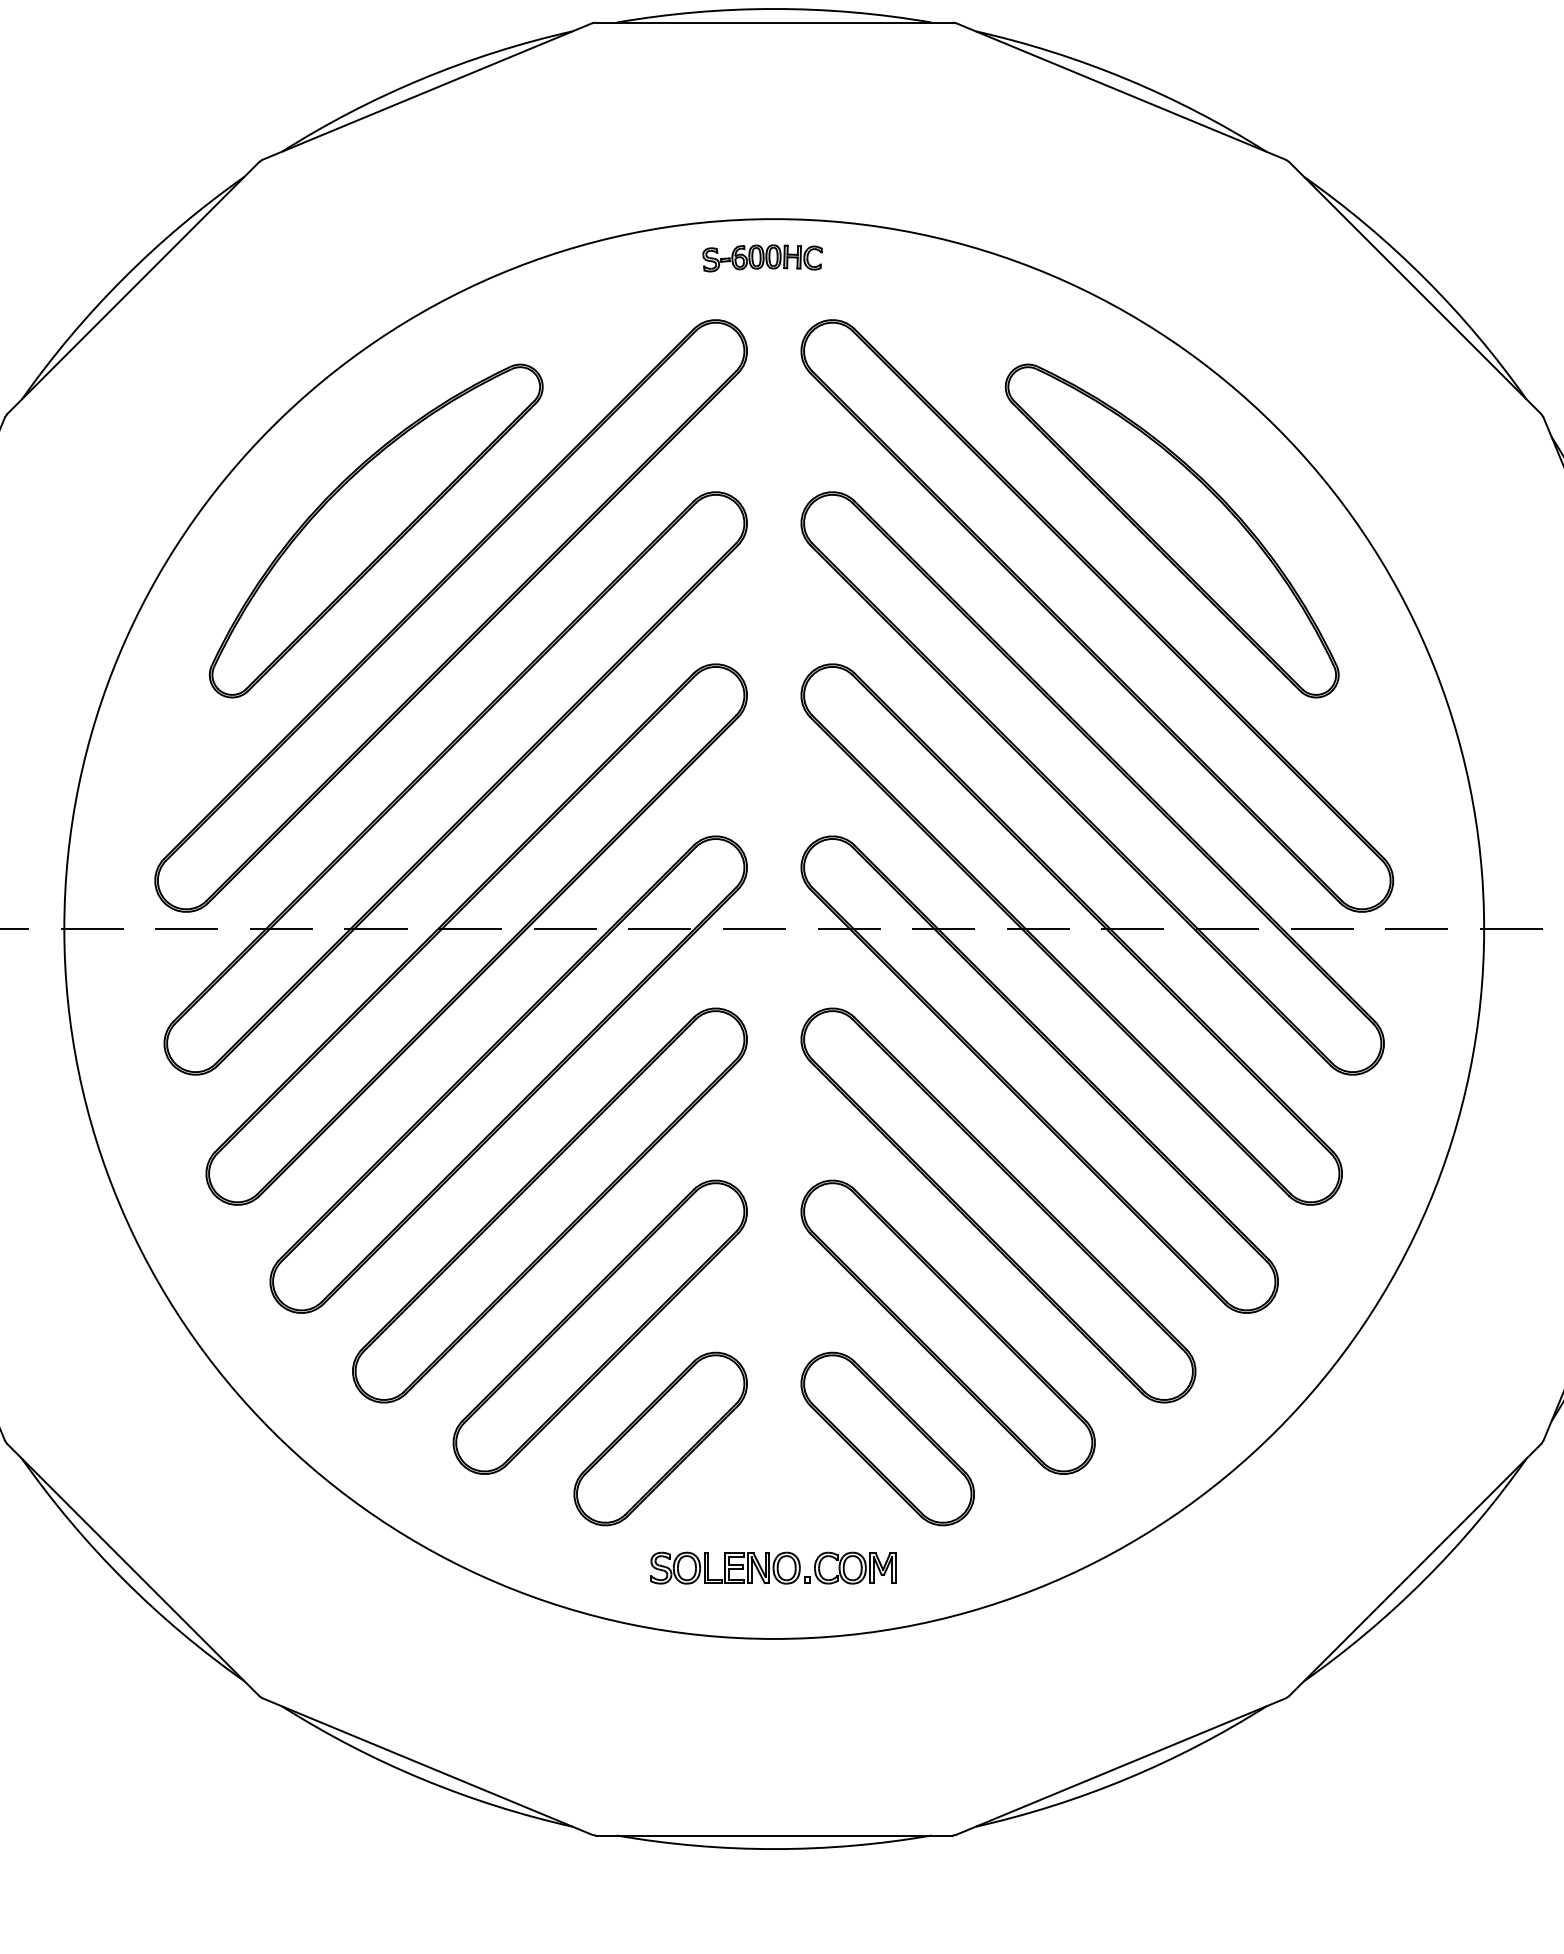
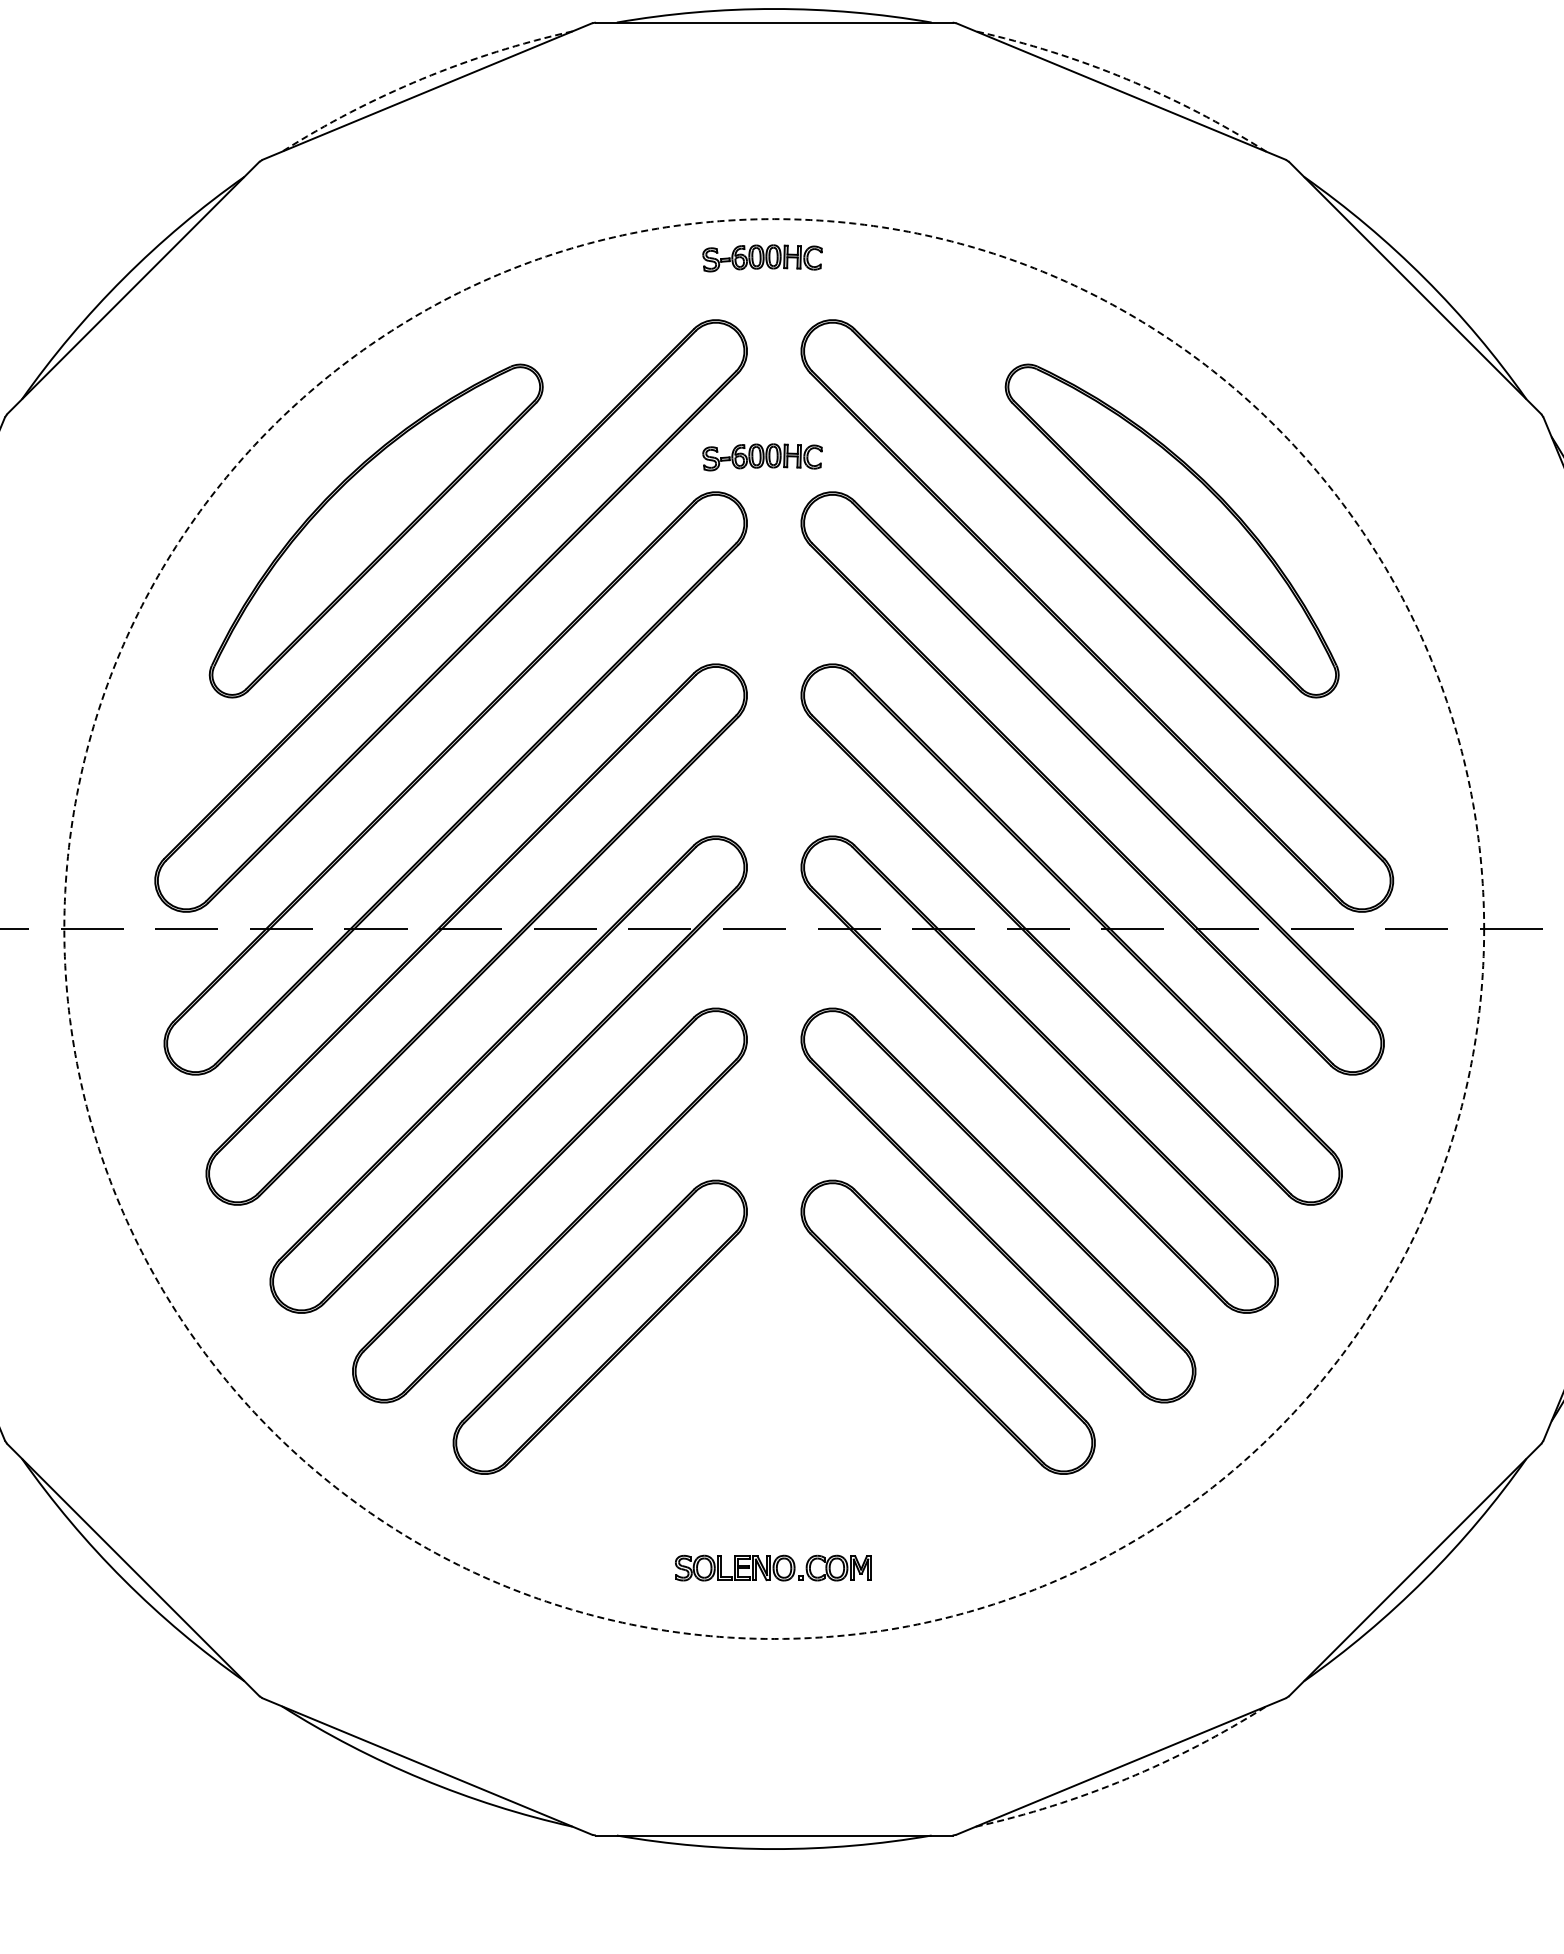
arc at (422, 79): solid -> dashed
arc at (1126, 79): solid -> dashed
part at (762, 457): none -> present
circle at (774, 928): solid -> dashed
part at (660, 1438): present -> none
part at (887, 1438): present -> none
part at (773, 1567) size: 247x34 px -> 197x28 px
arc at (1126, 1779): solid -> dashed
